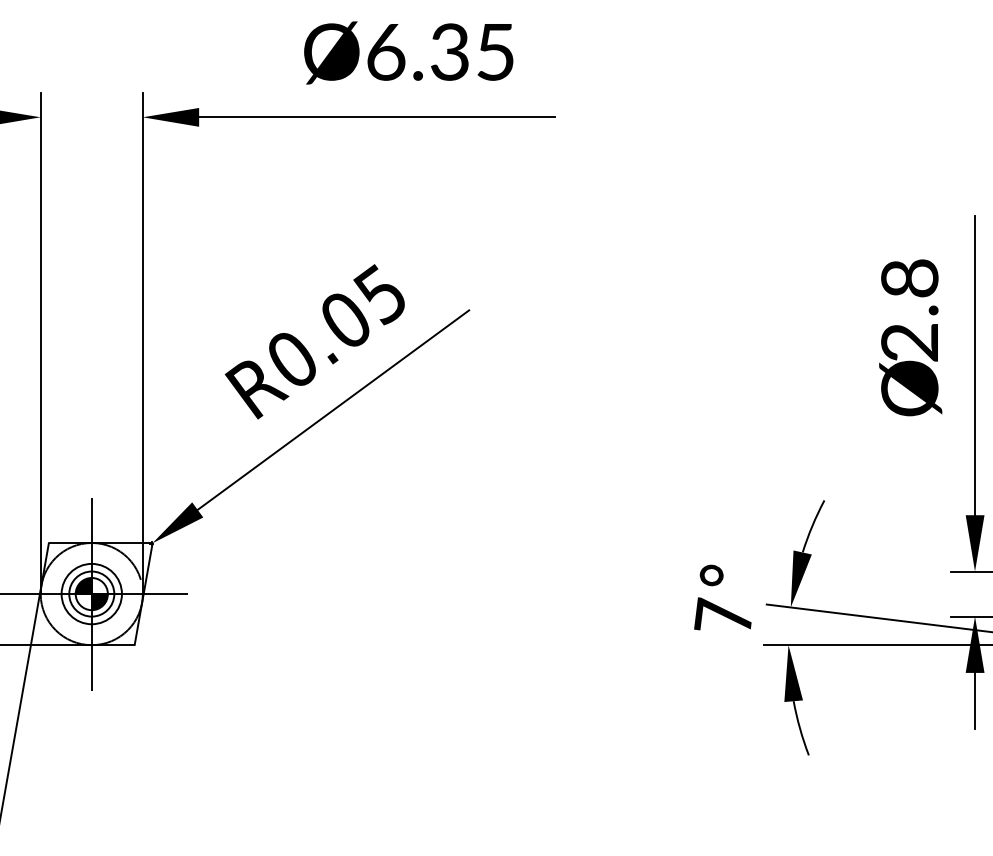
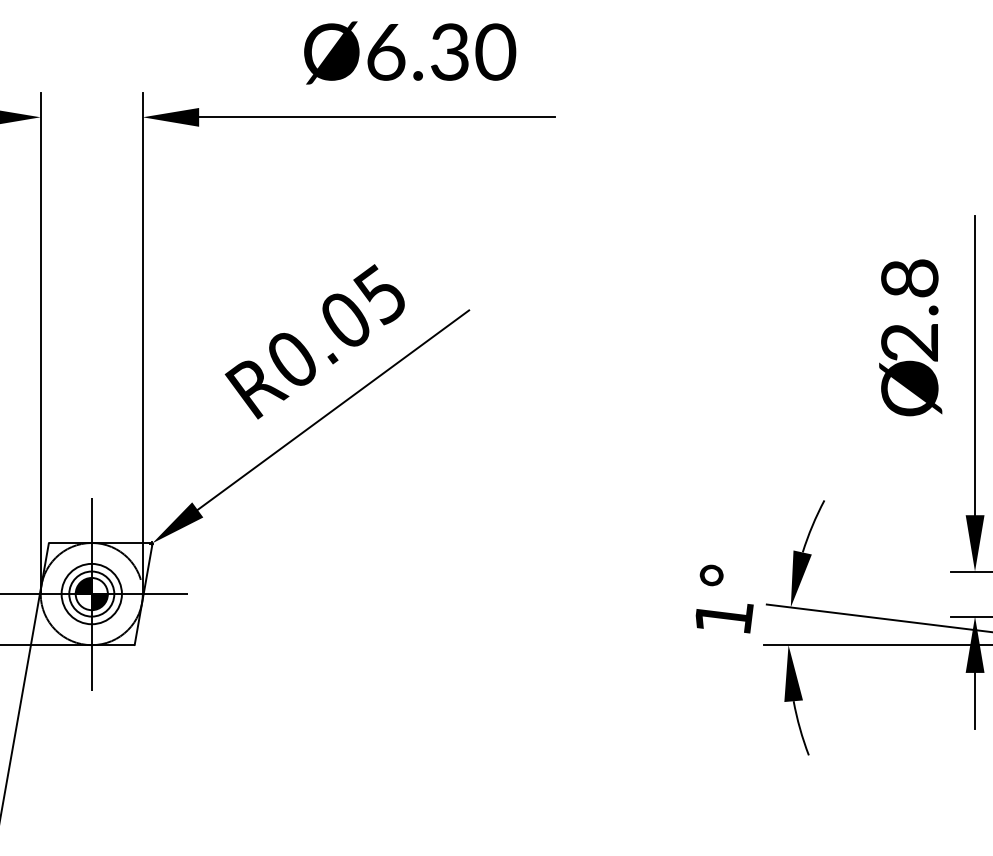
text at (495, 51): Ø6.35 -> Ø6.30
text at (723, 615): 7° -> 1°
